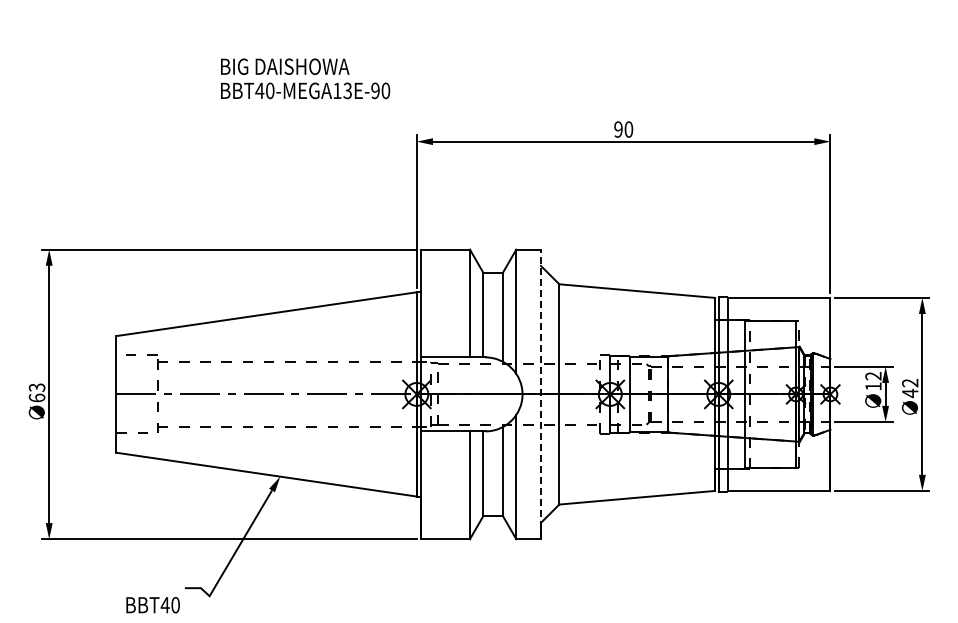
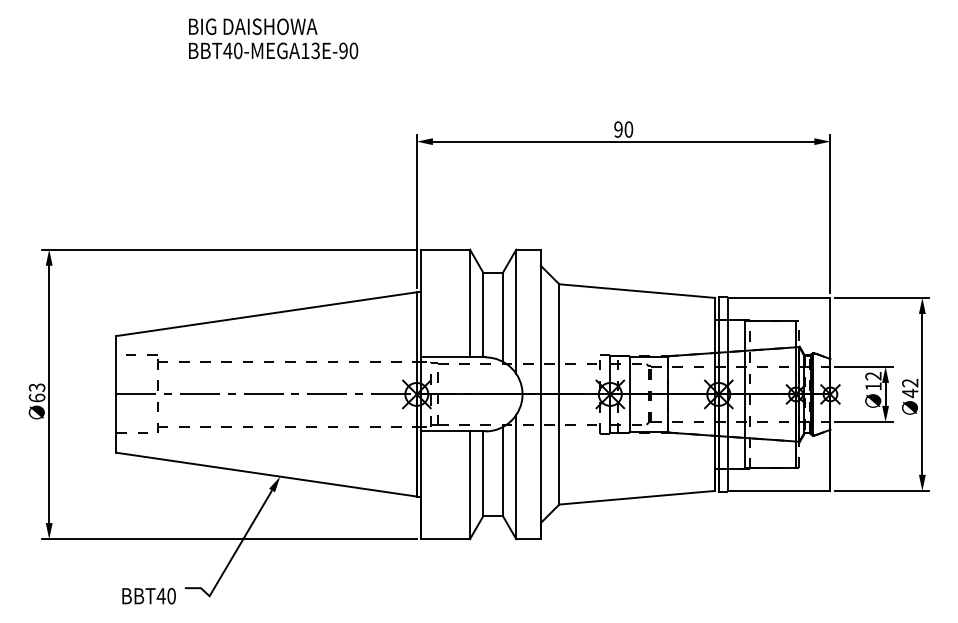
text at (305, 78) position: (305, 78) -> (273, 38)
line at (540, 394): dashed -> solid
text at (152, 605) position: (152, 605) -> (148, 596)
